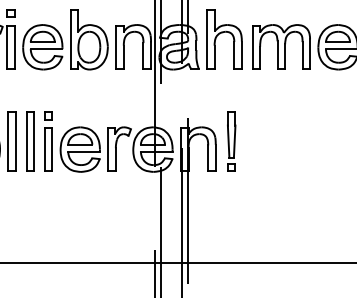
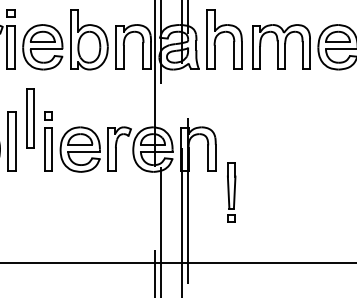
part at (30, 141) position: (30, 141) -> (30, 118)
part at (231, 141) position: (231, 141) -> (231, 192)
